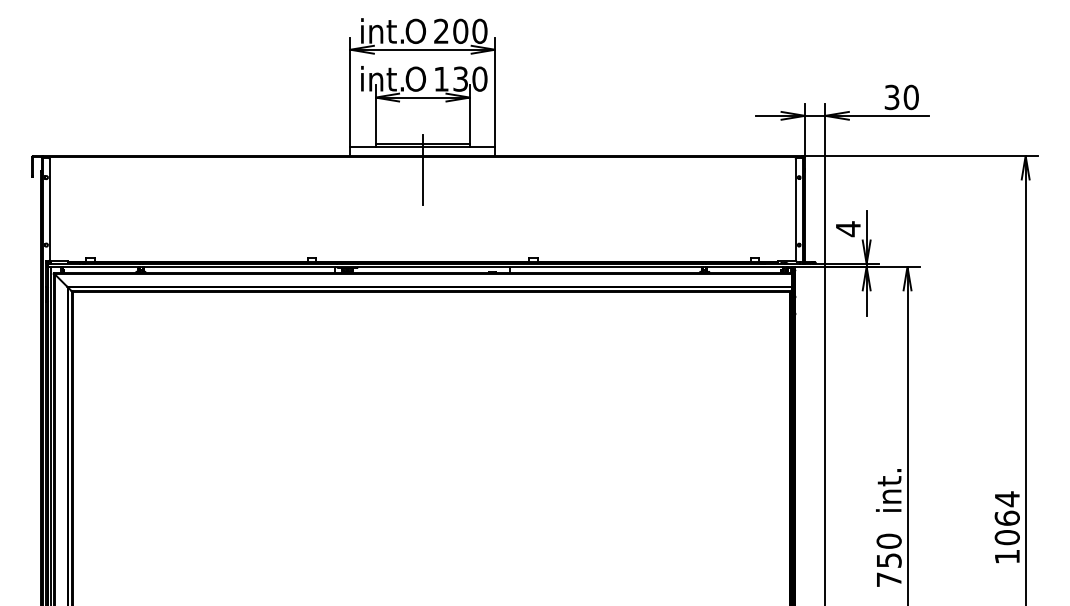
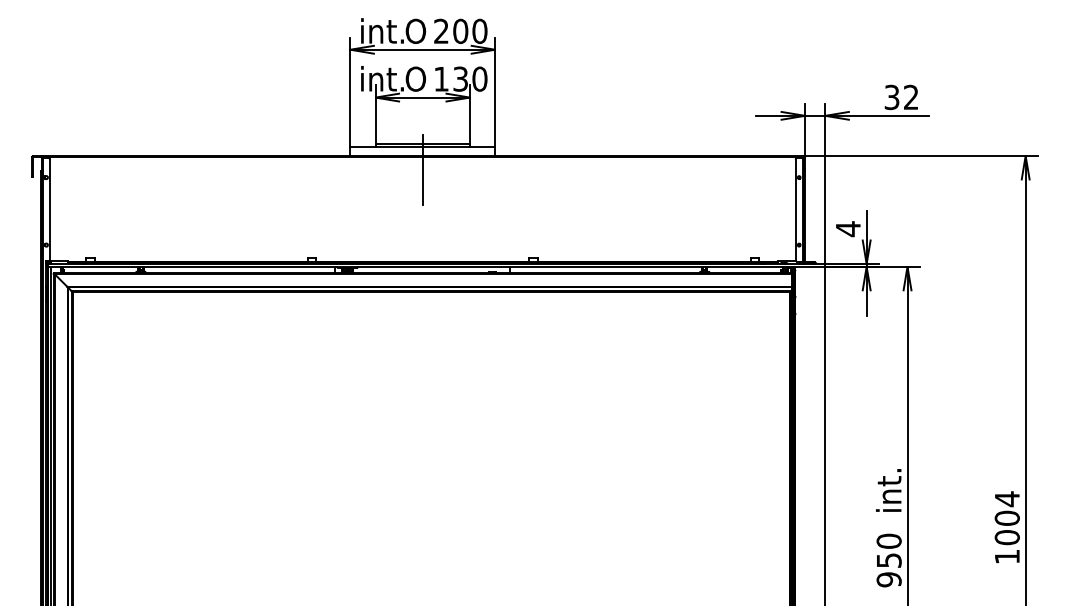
text at (910, 97): 30 -> 32
text at (1006, 517): 1064 -> 1004
text at (888, 579): 750 -> 950
